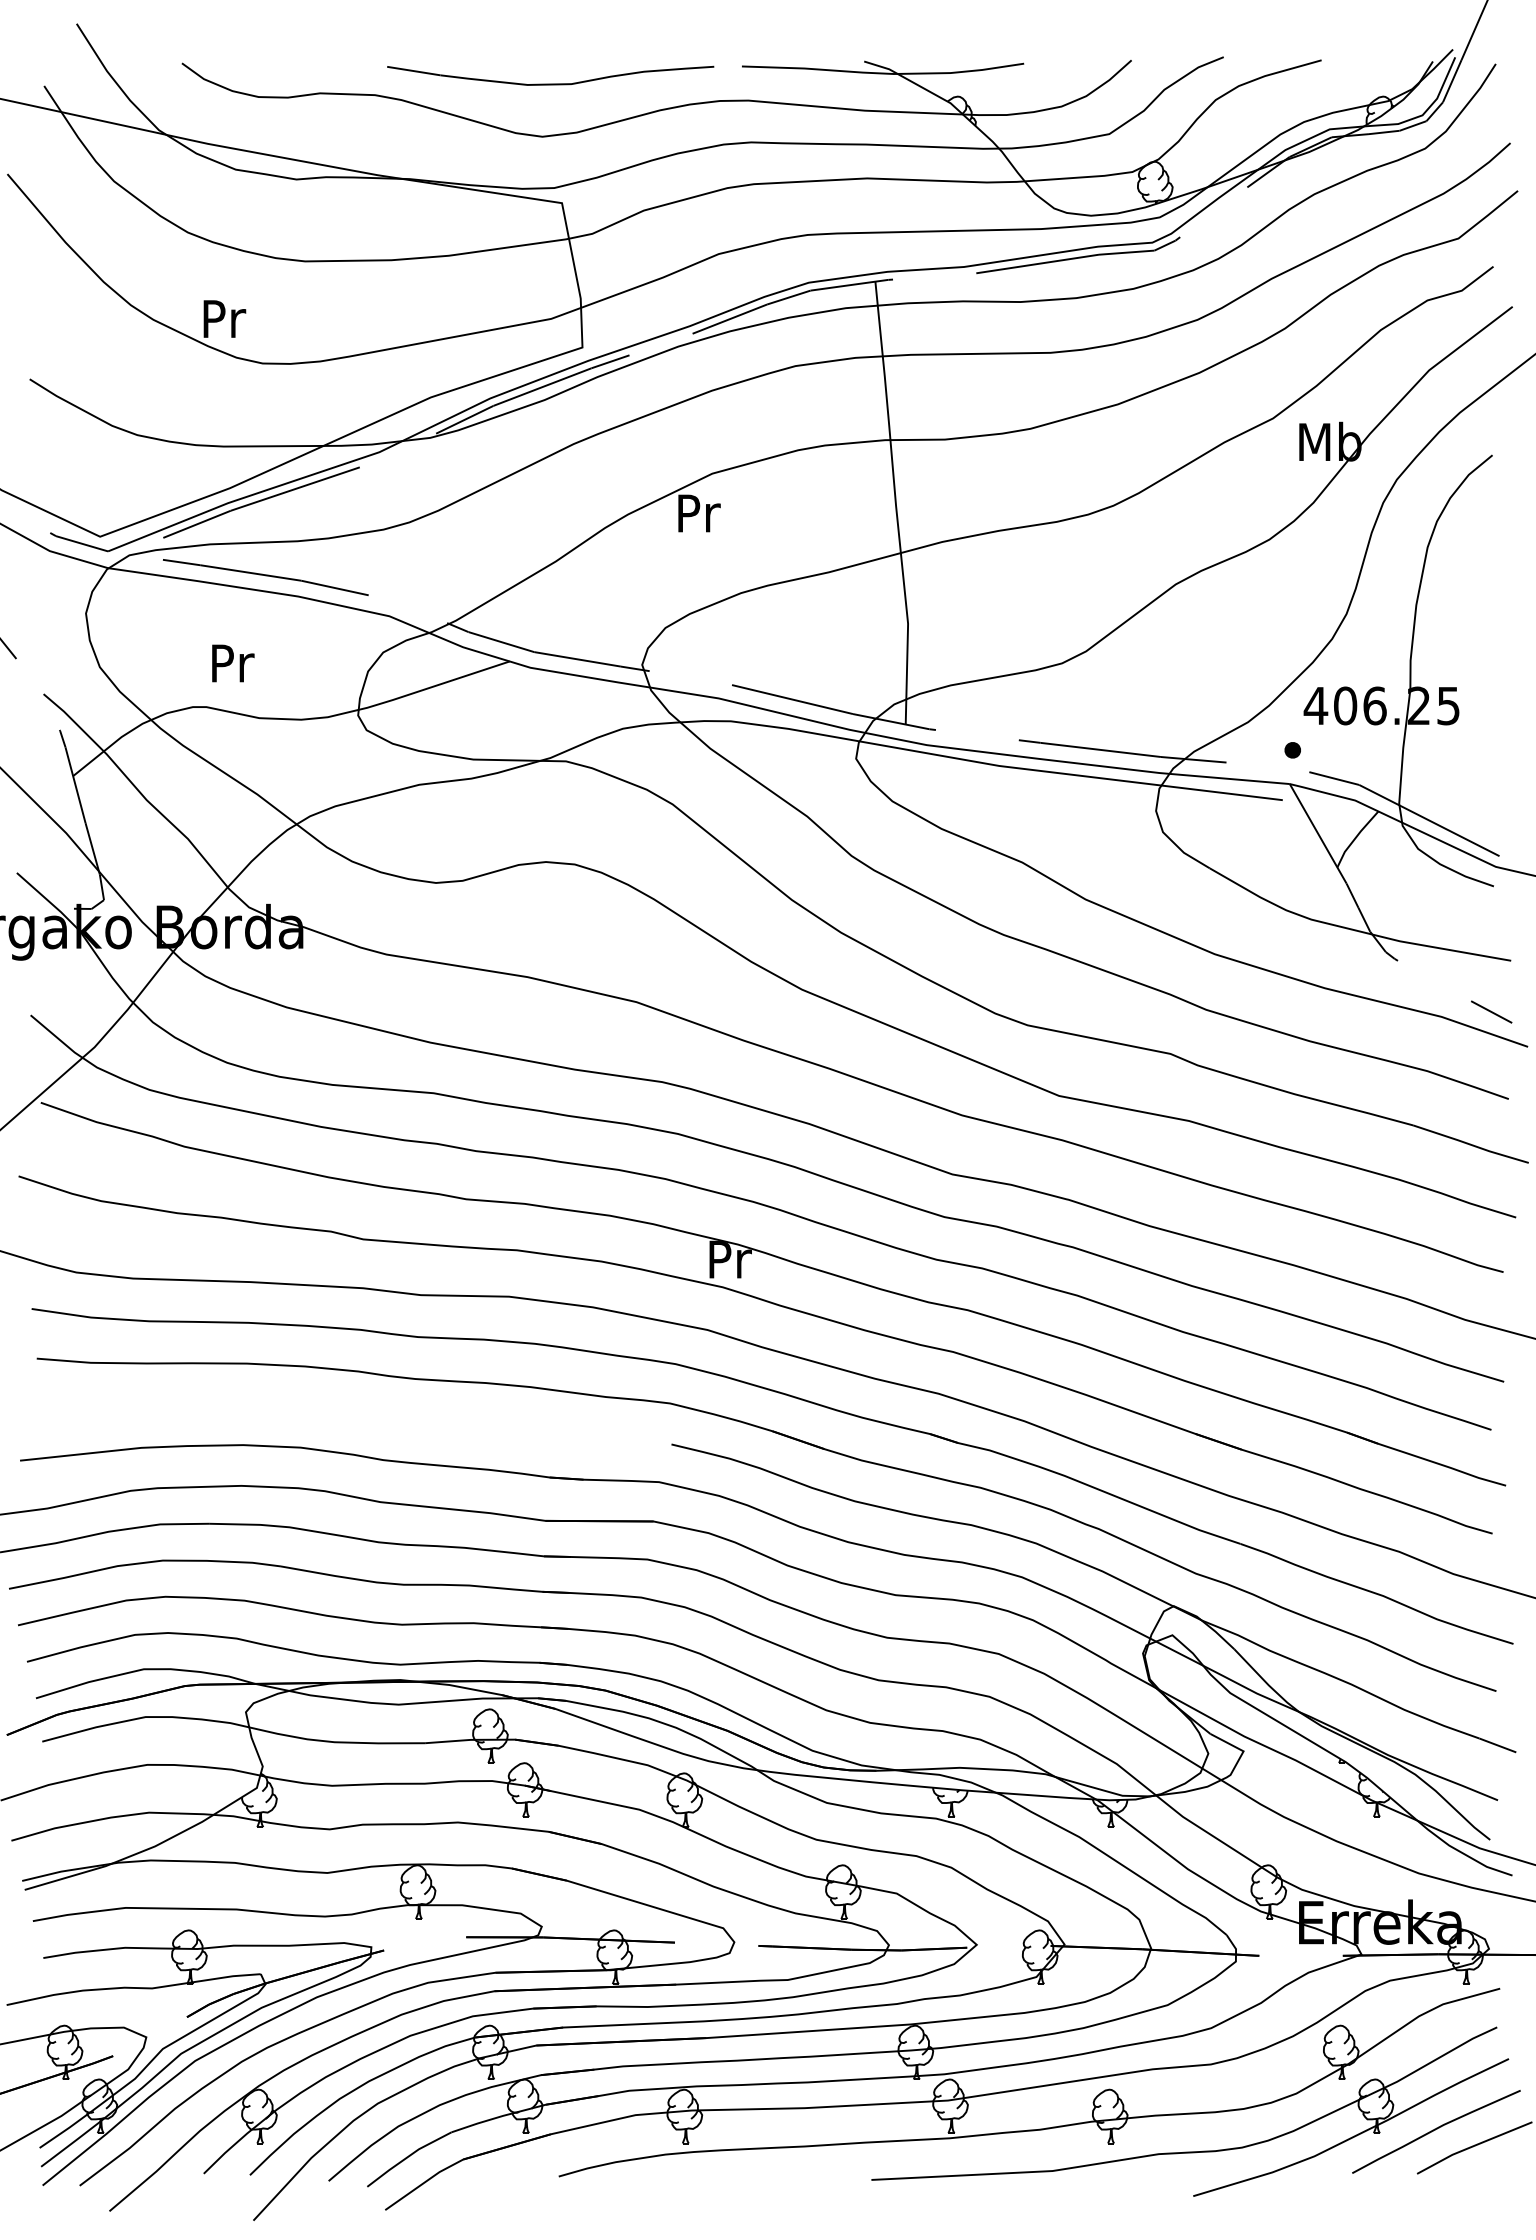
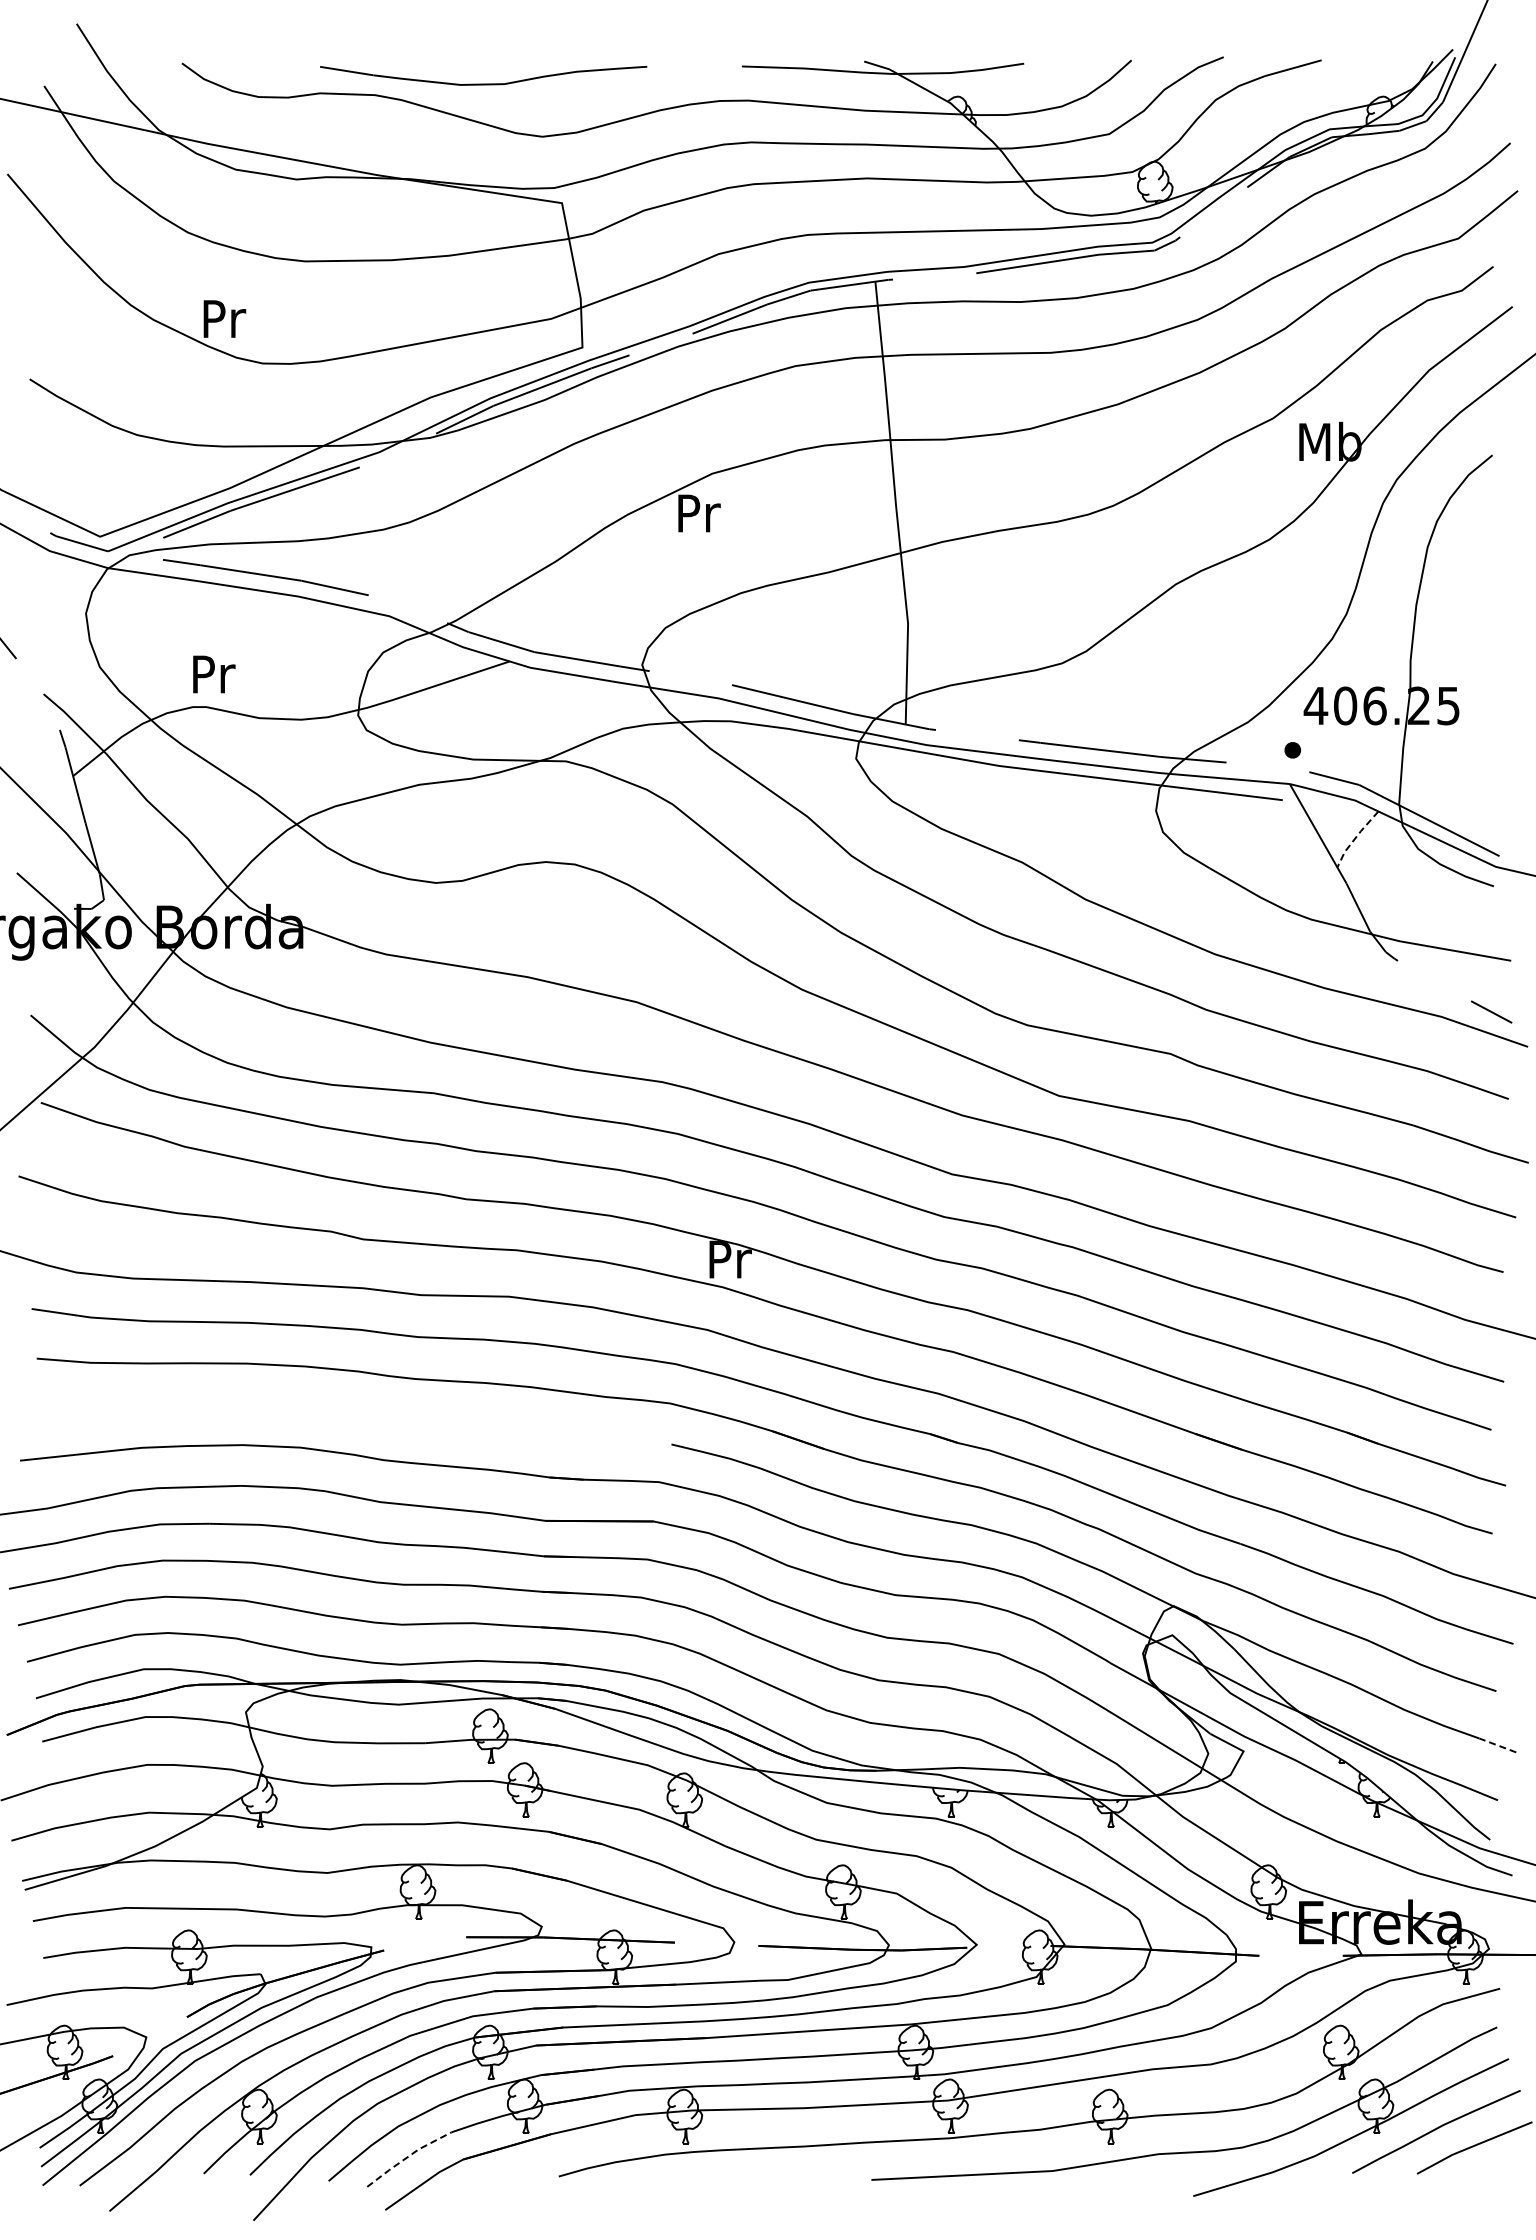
part at (550, 83) position: (550, 83) -> (483, 83)
text at (233, 663) position: (233, 663) -> (214, 674)
line at (1355, 838): solid -> dashed
line at (1497, 1745): solid -> dashed
line at (407, 2157): solid -> dashed
